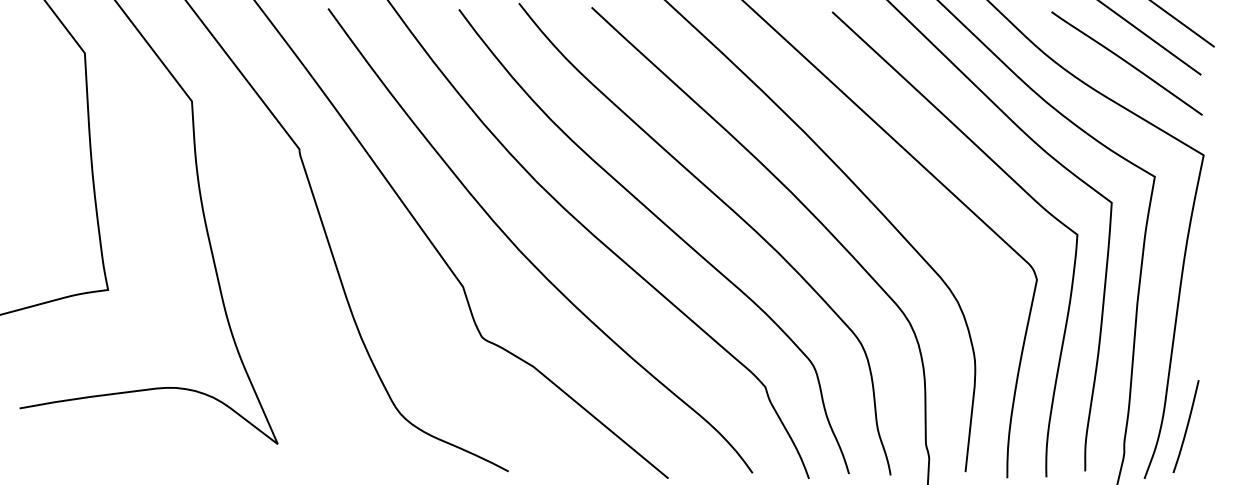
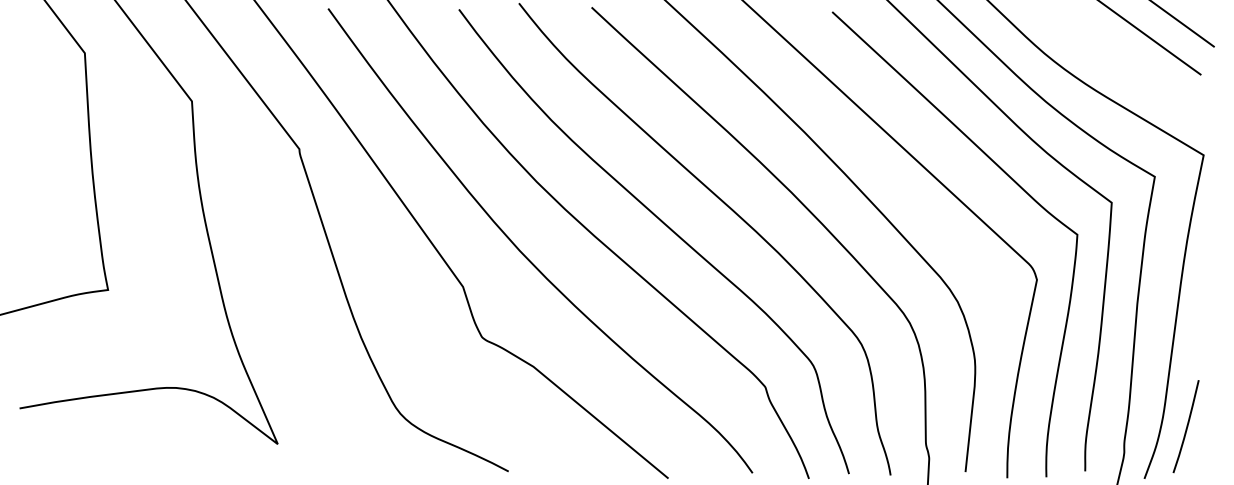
curve at (1126, 63): present -> none
